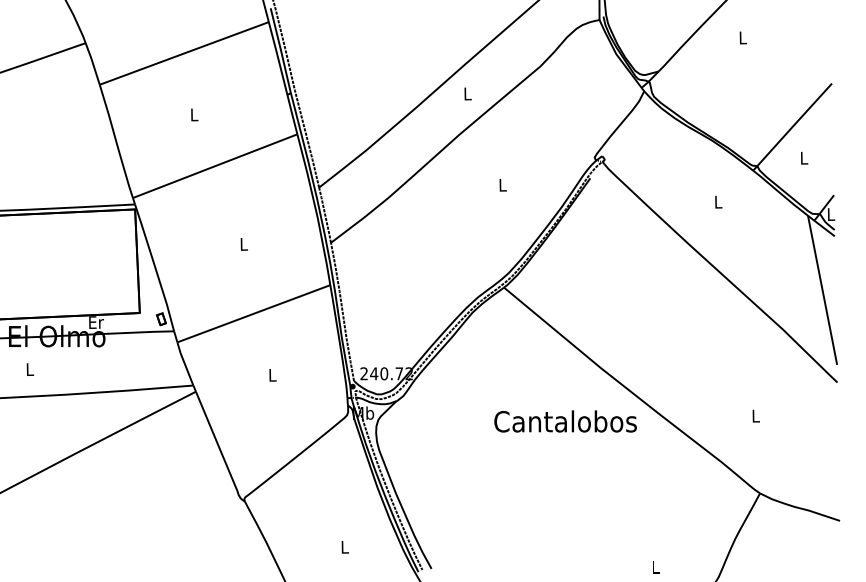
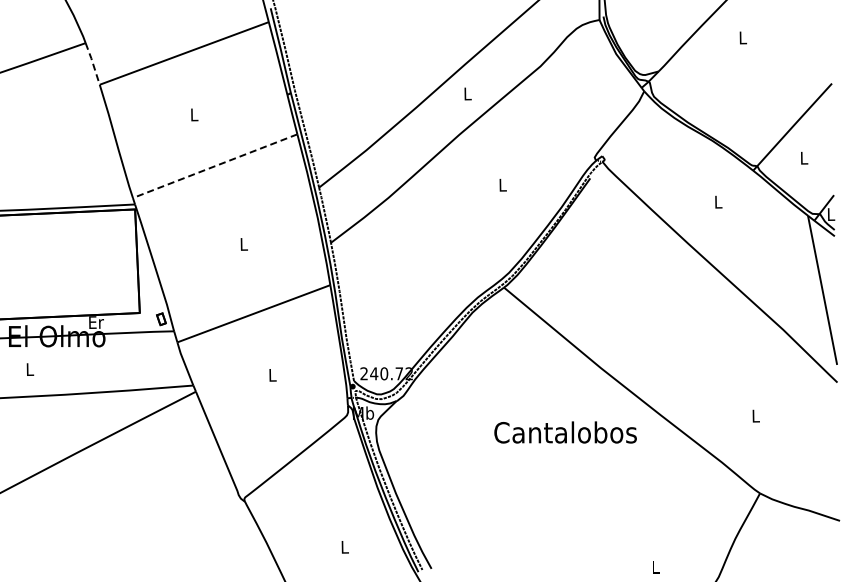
line at (92, 63): solid -> dashed
line at (215, 166): solid -> dashed
text at (565, 421) position: (565, 421) -> (565, 432)
